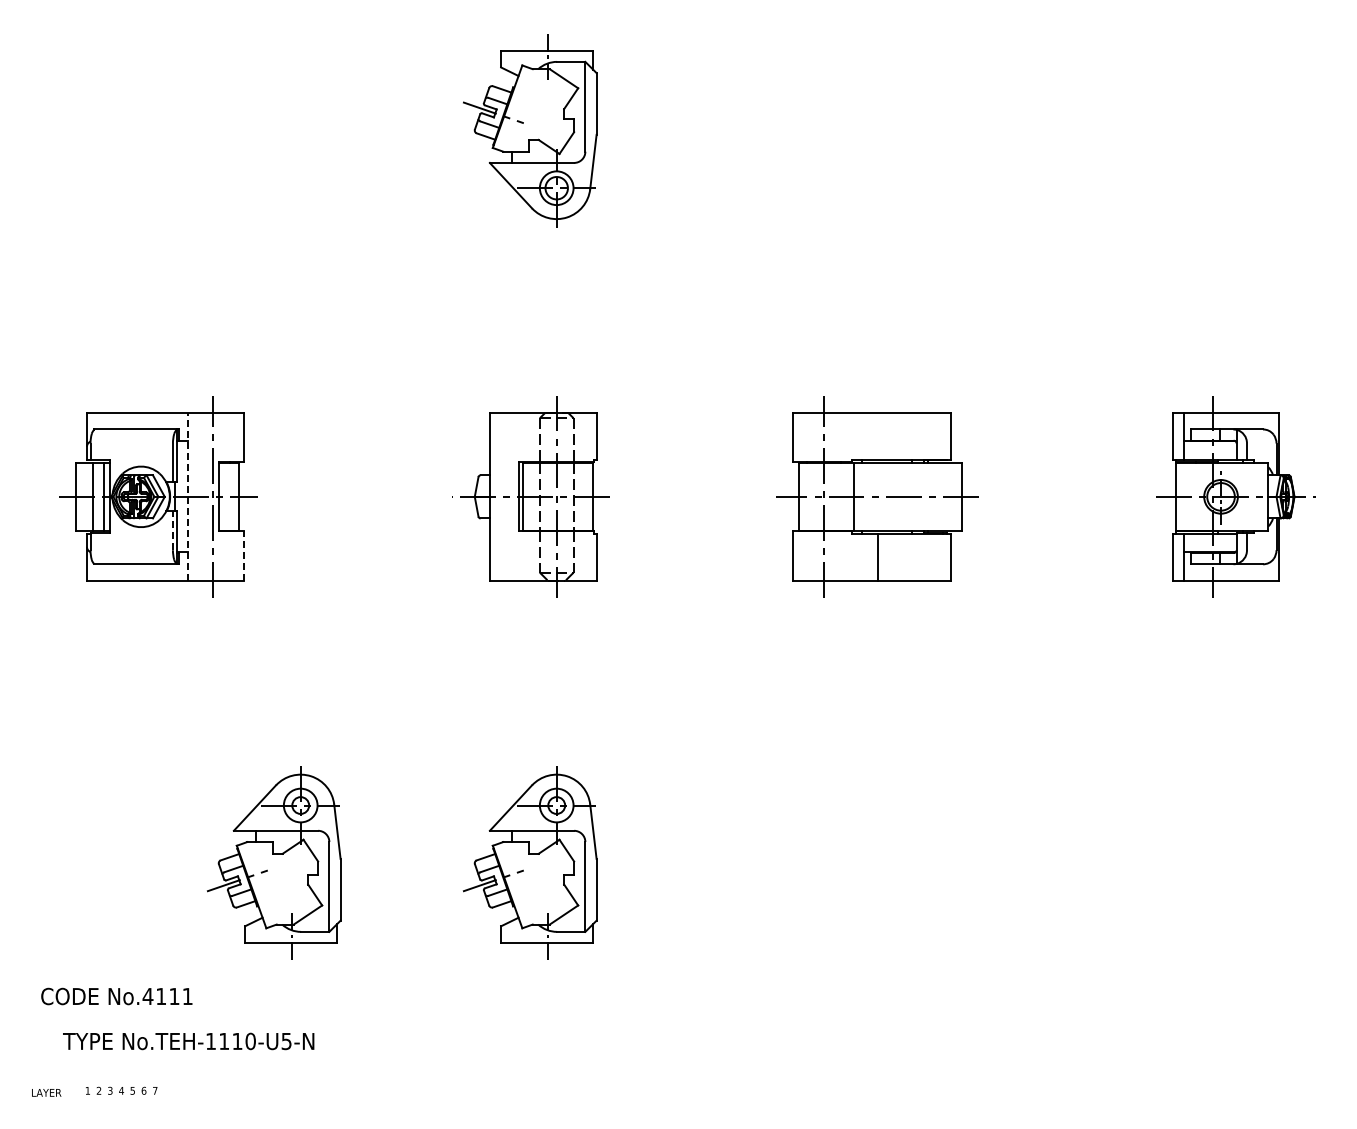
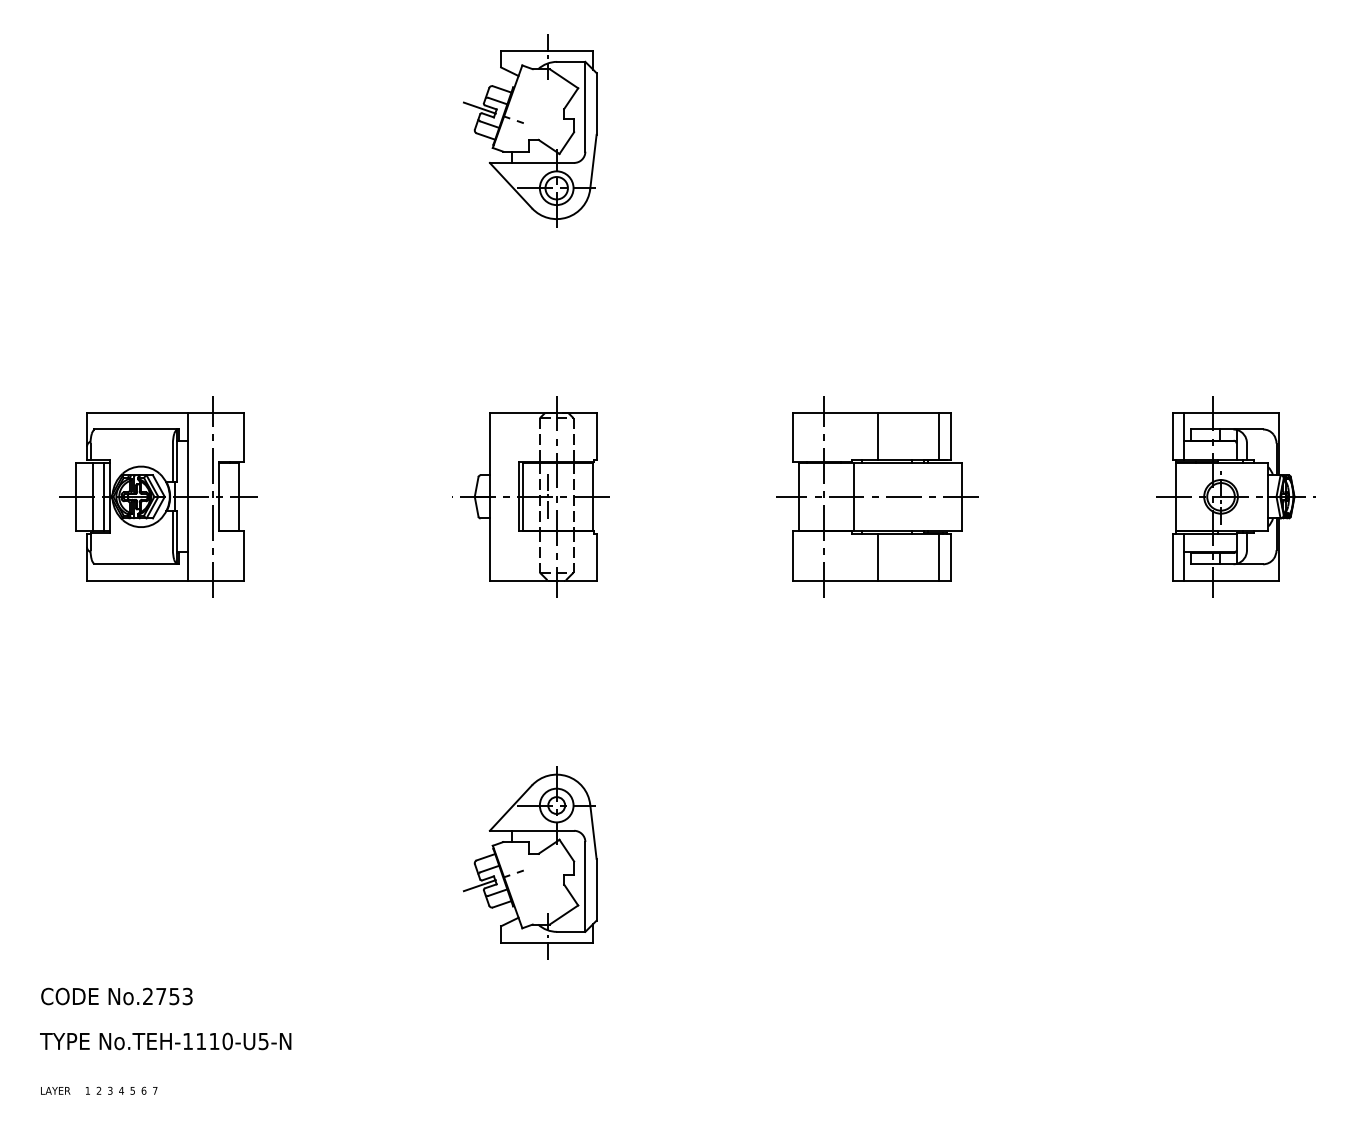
line at (877, 435): none -> present
line at (939, 435): none -> present
line at (188, 496): dashed -> solid
line at (548, 496): none -> present
line at (172, 530): dashed -> solid
line at (244, 556): dashed -> solid
line at (939, 557): none -> present
part at (274, 862): present -> none
text at (167, 996): No.4111 -> No.2753
text at (188, 1041) position: (188, 1041) -> (165, 1041)
text at (46, 1092) position: (46, 1092) -> (55, 1090)
